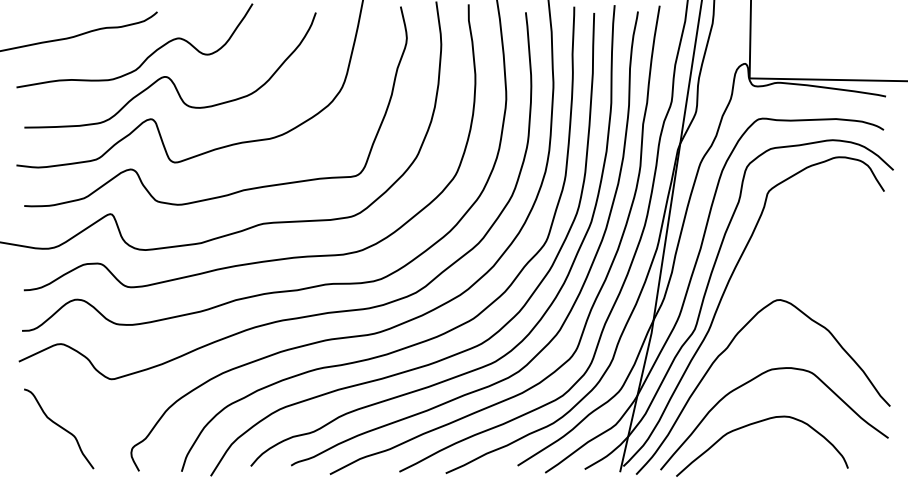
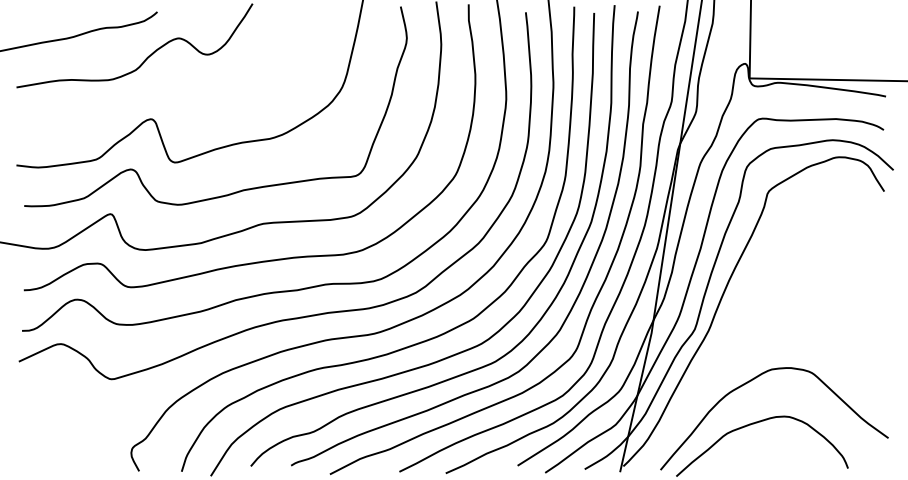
curve at (168, 76): present -> none
curve at (726, 350): present -> none
curve at (59, 427): present -> none
